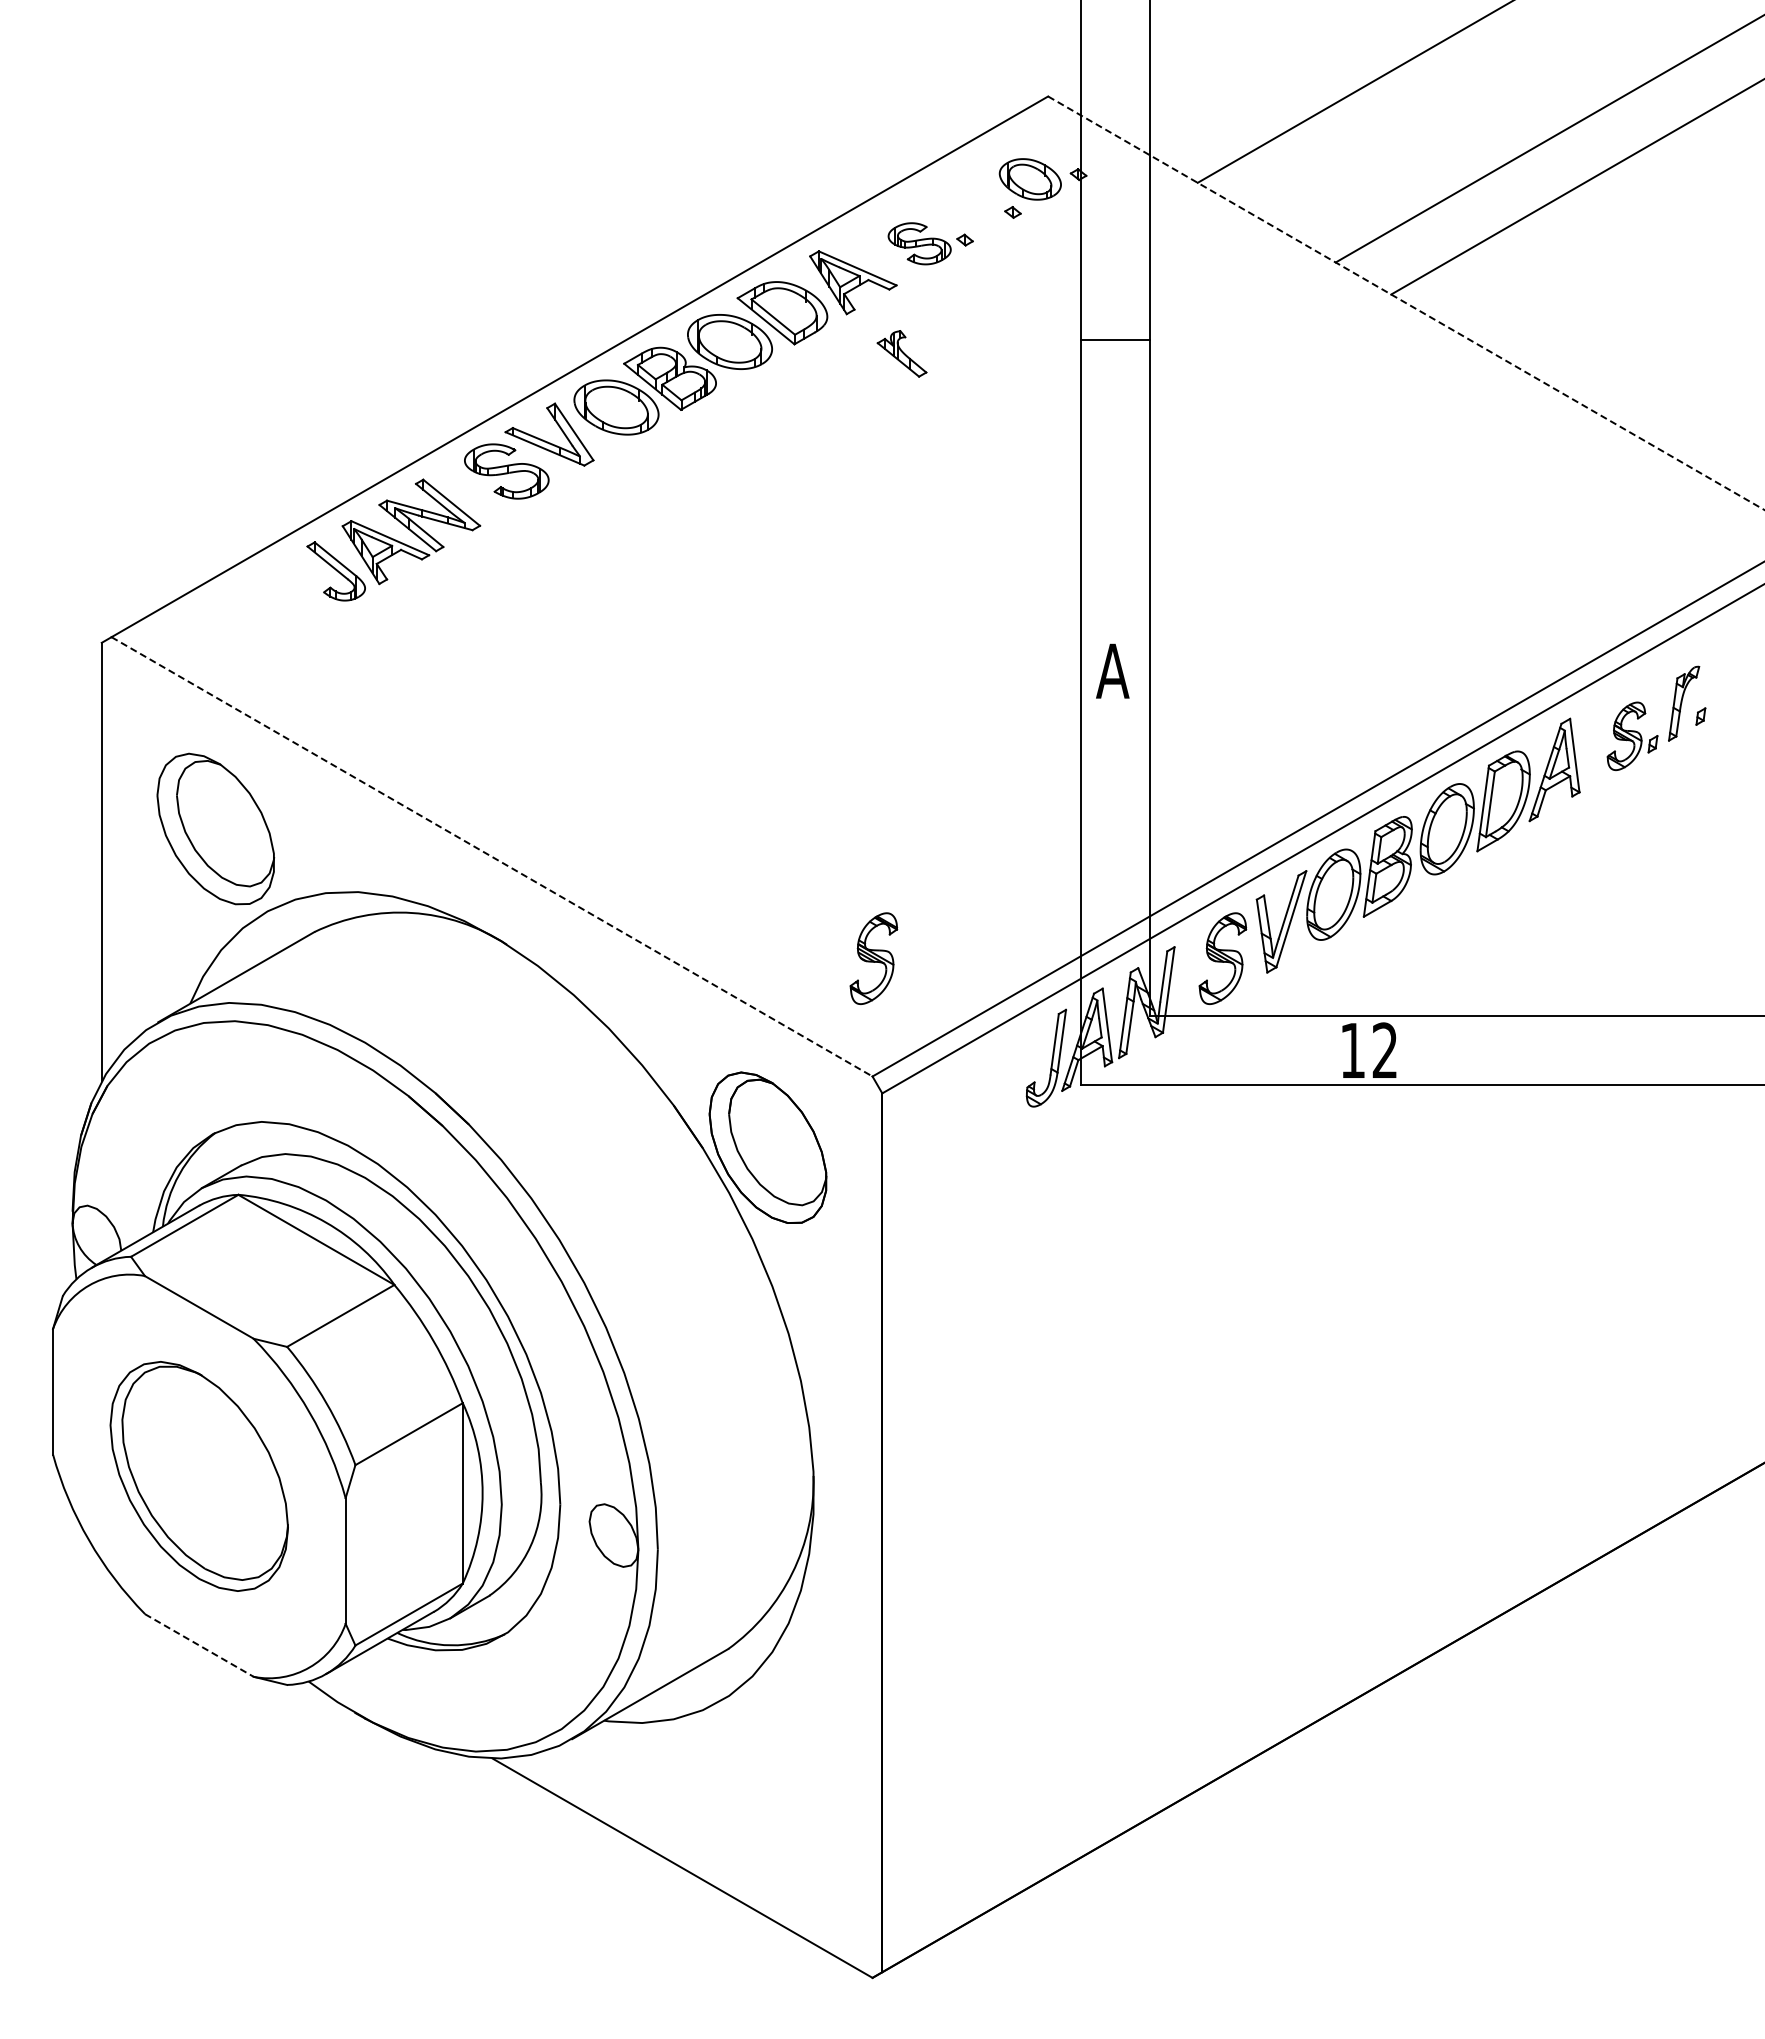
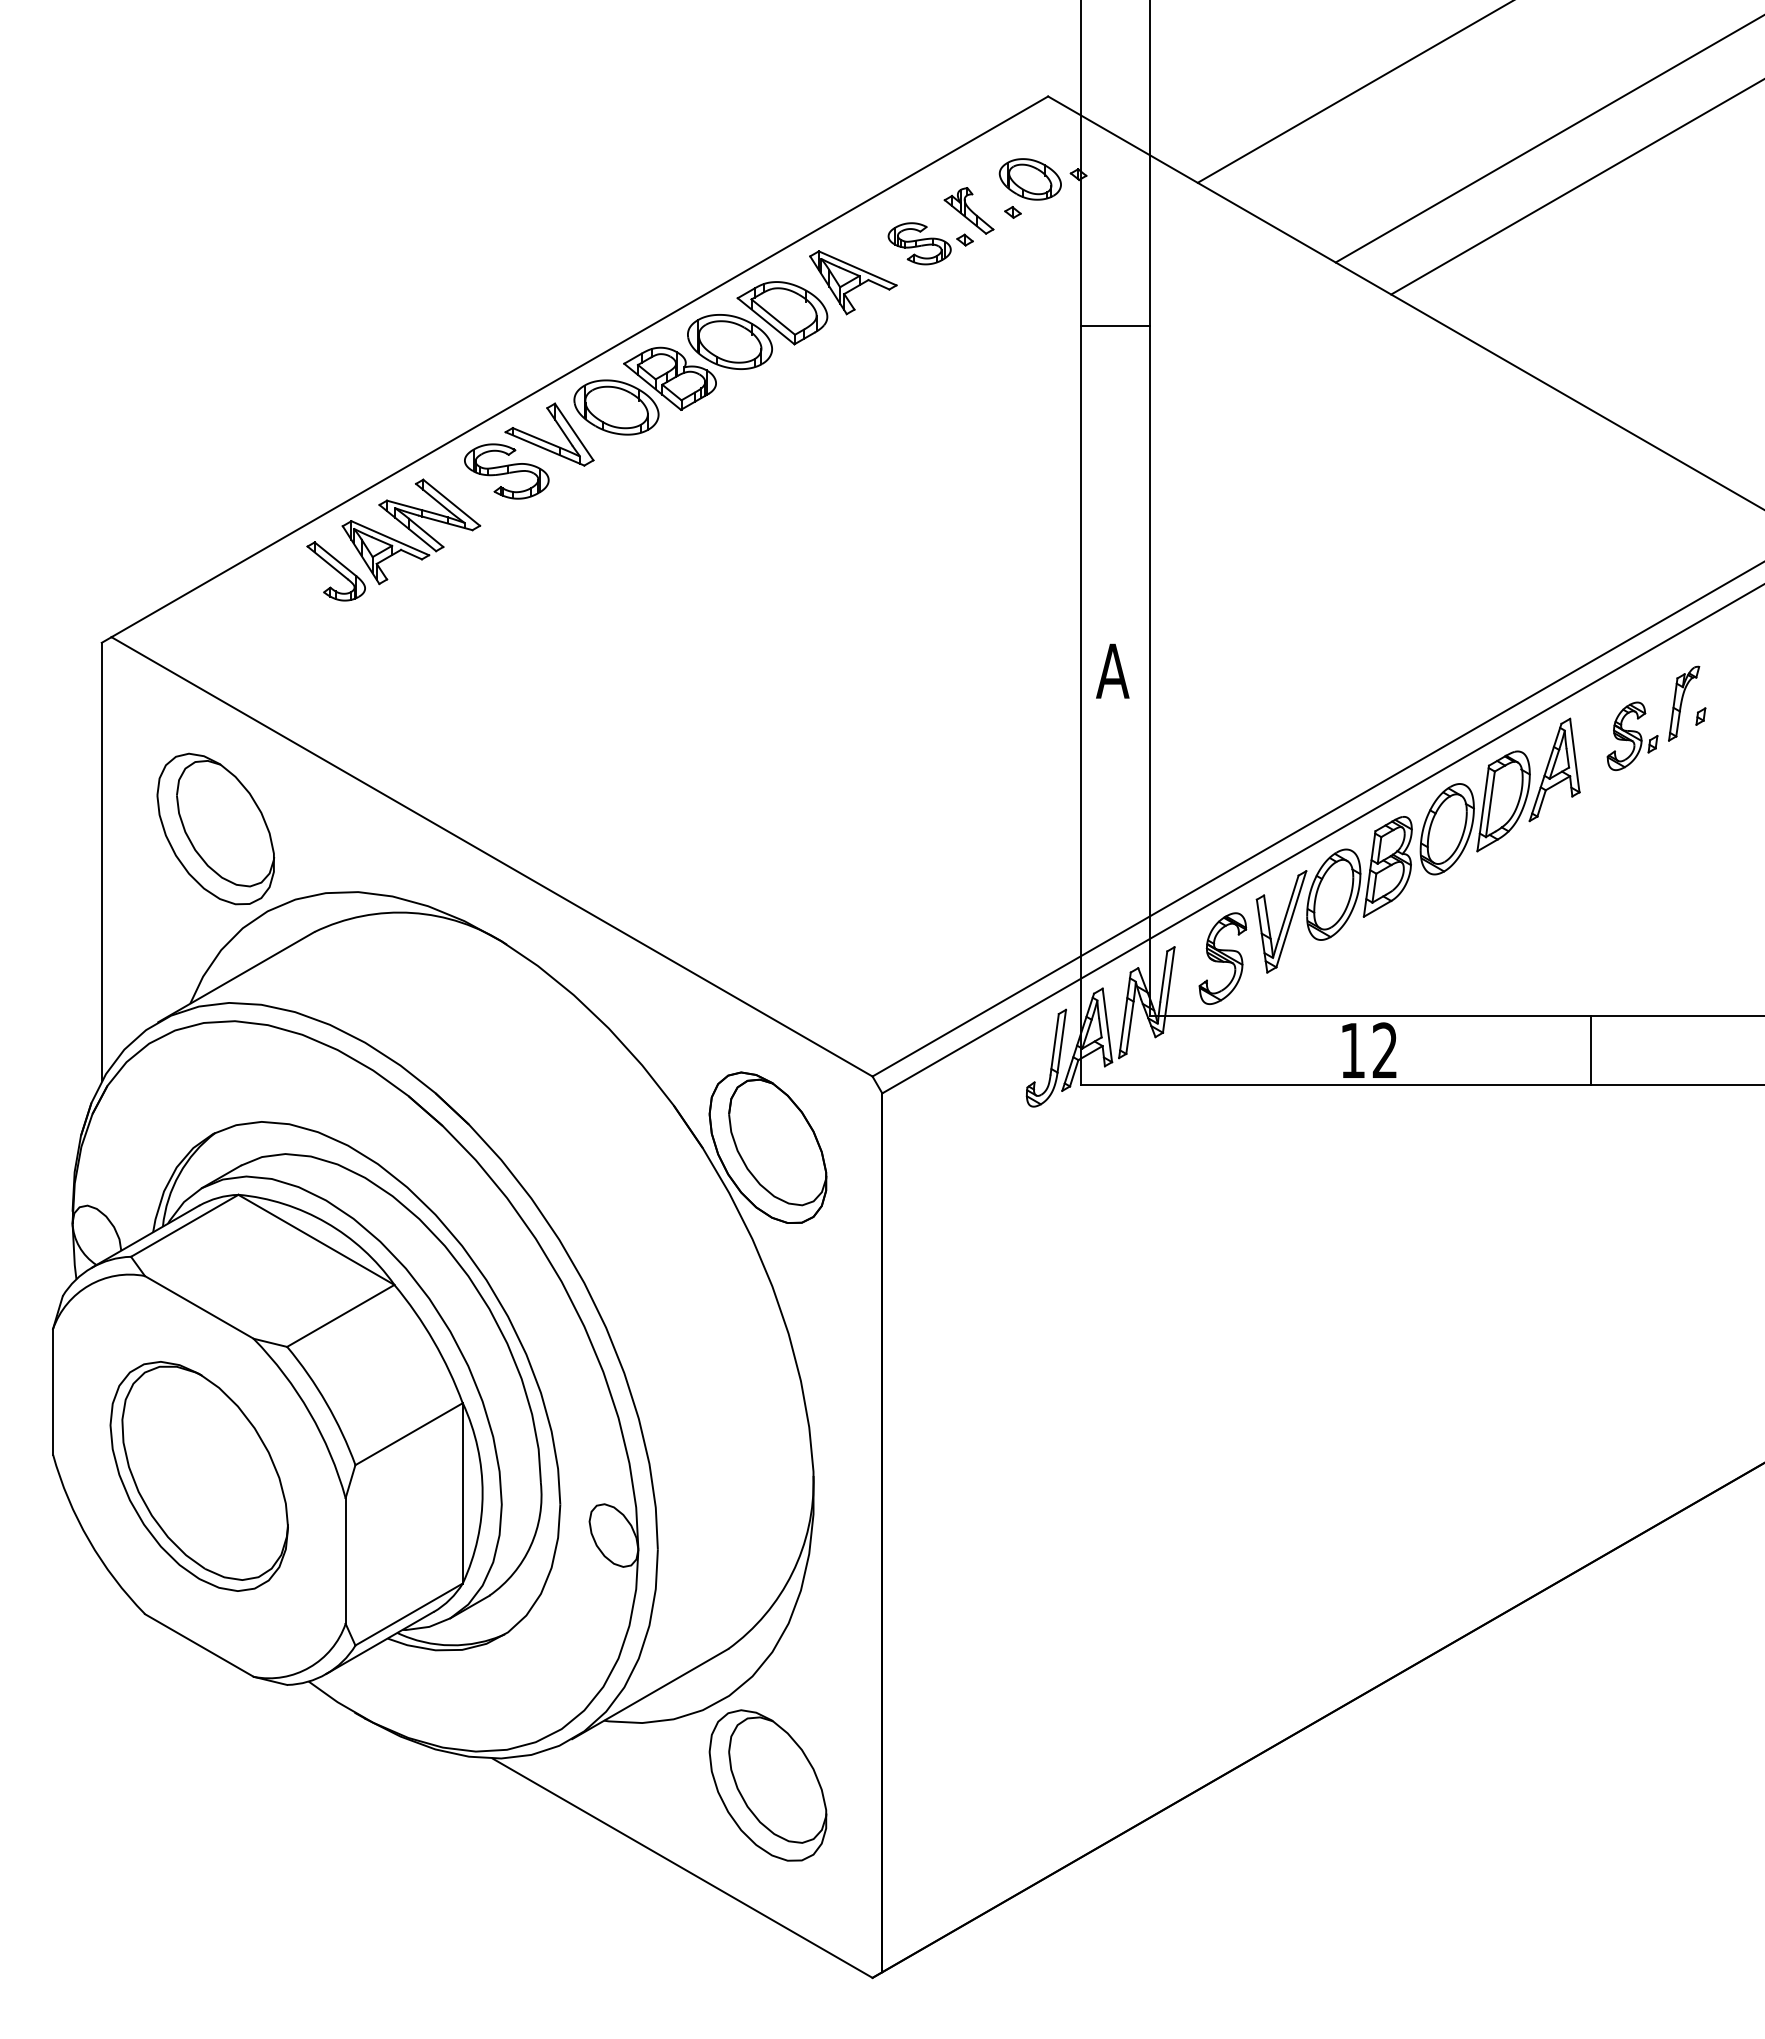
line at (1406, 303): dashed -> solid
line at (1114, 340) position: (1114, 340) -> (1114, 326)
part at (901, 353) position: (901, 353) -> (968, 210)
line at (492, 857): dashed -> solid
part at (873, 958): present -> none
line at (1591, 1050): none -> present
line at (199, 1645): dashed -> solid
part at (767, 1785): none -> present
